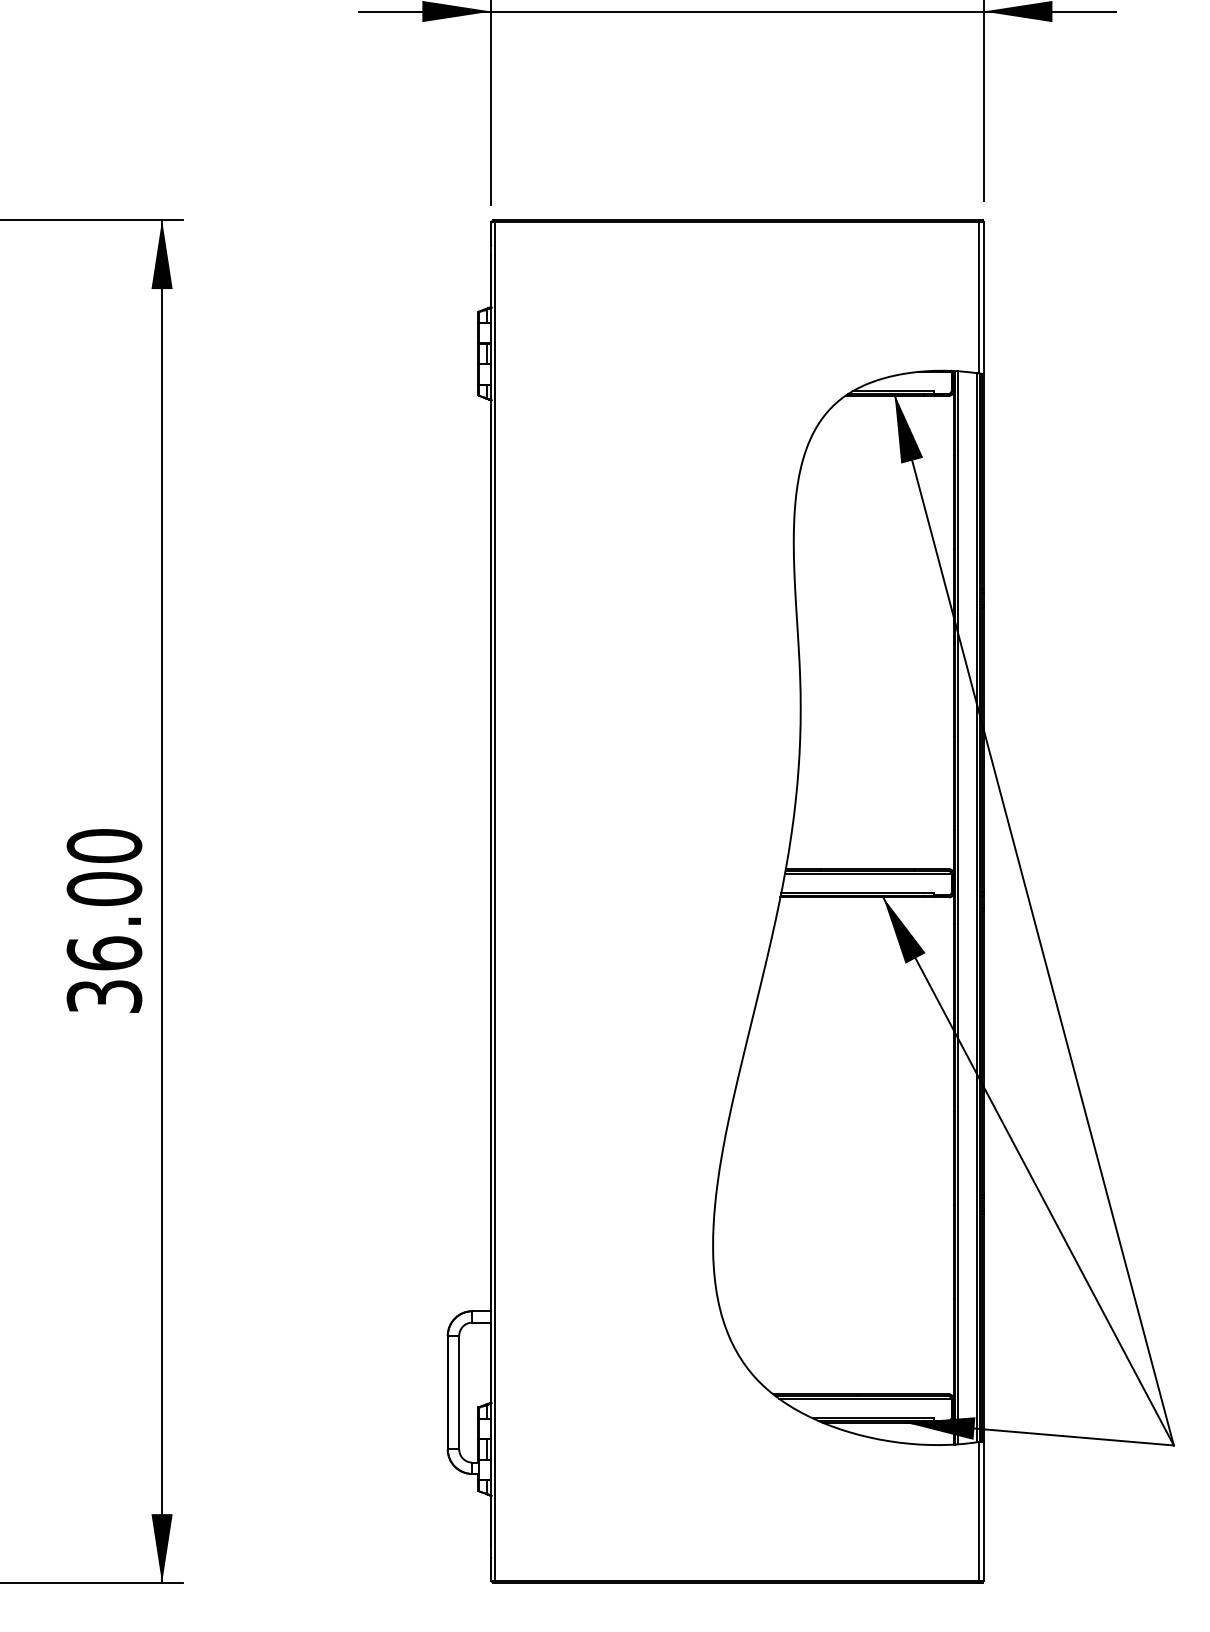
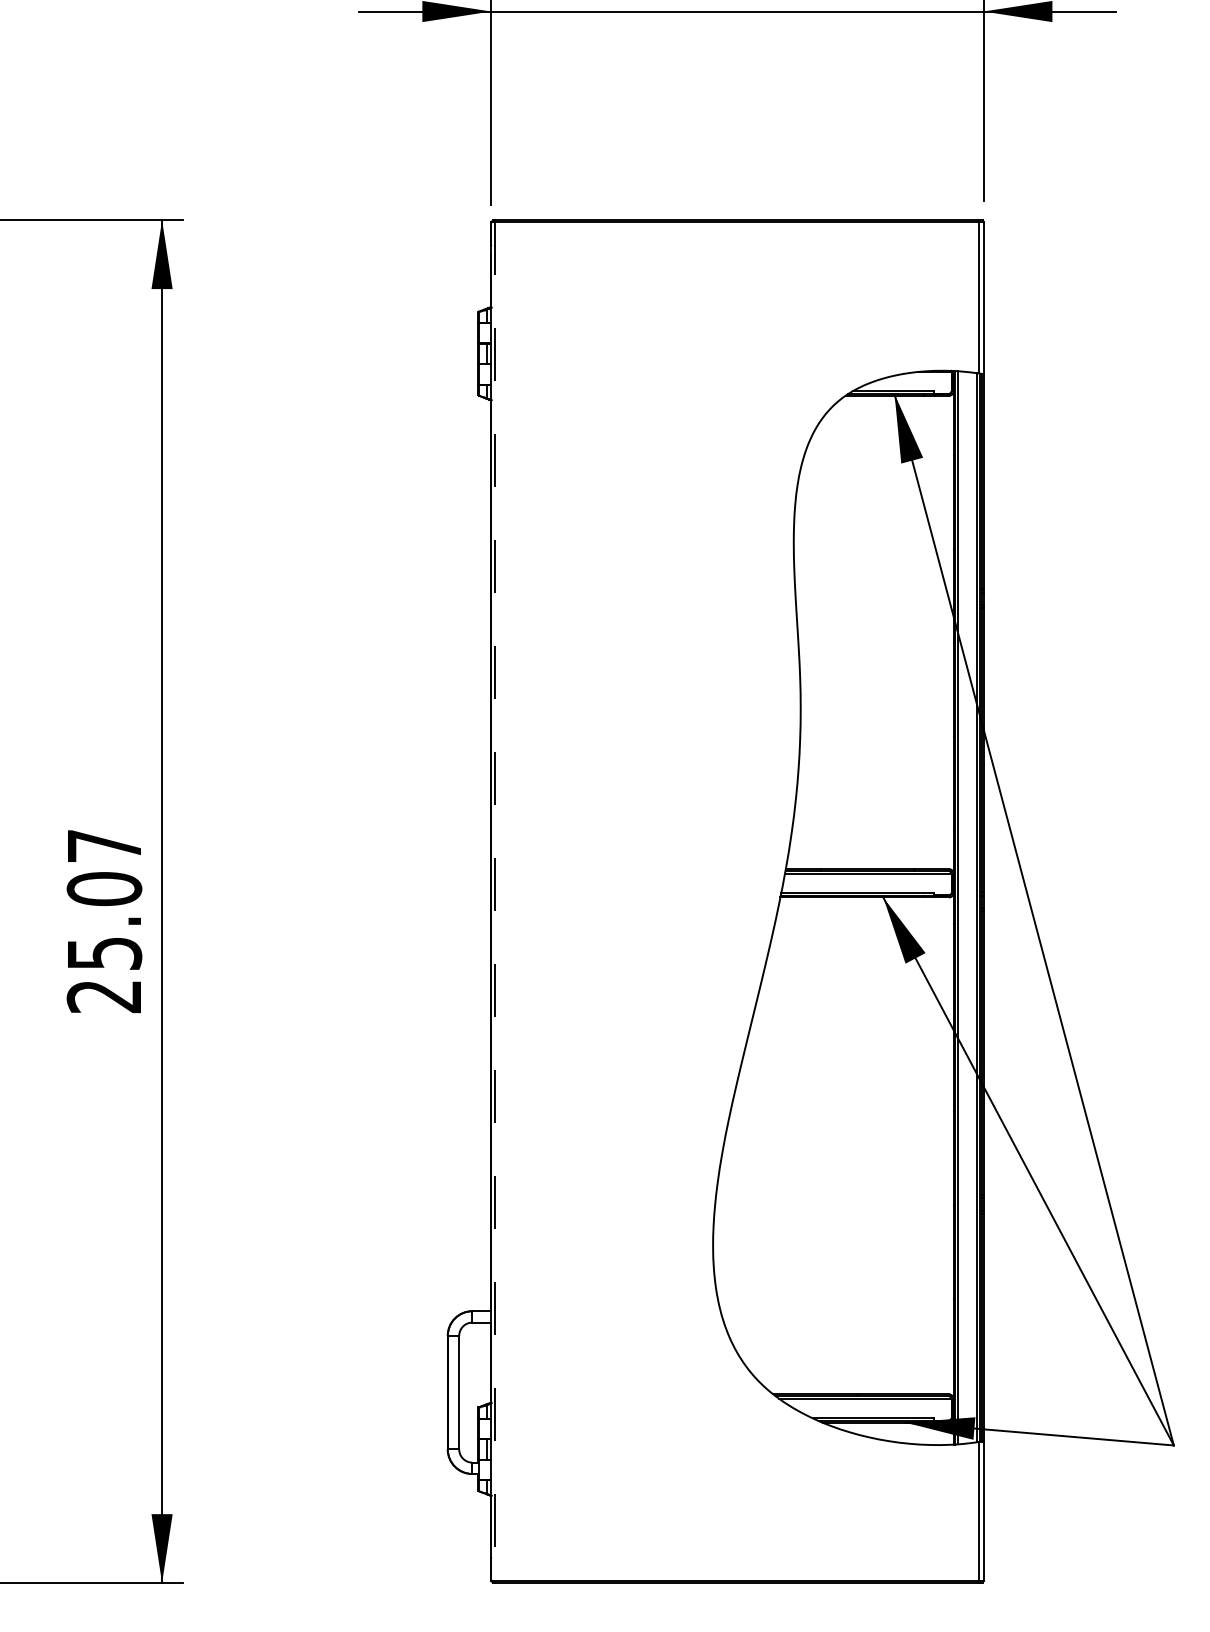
line at (495, 901): solid -> dashed
text at (104, 920): 36.00 -> 25.07
